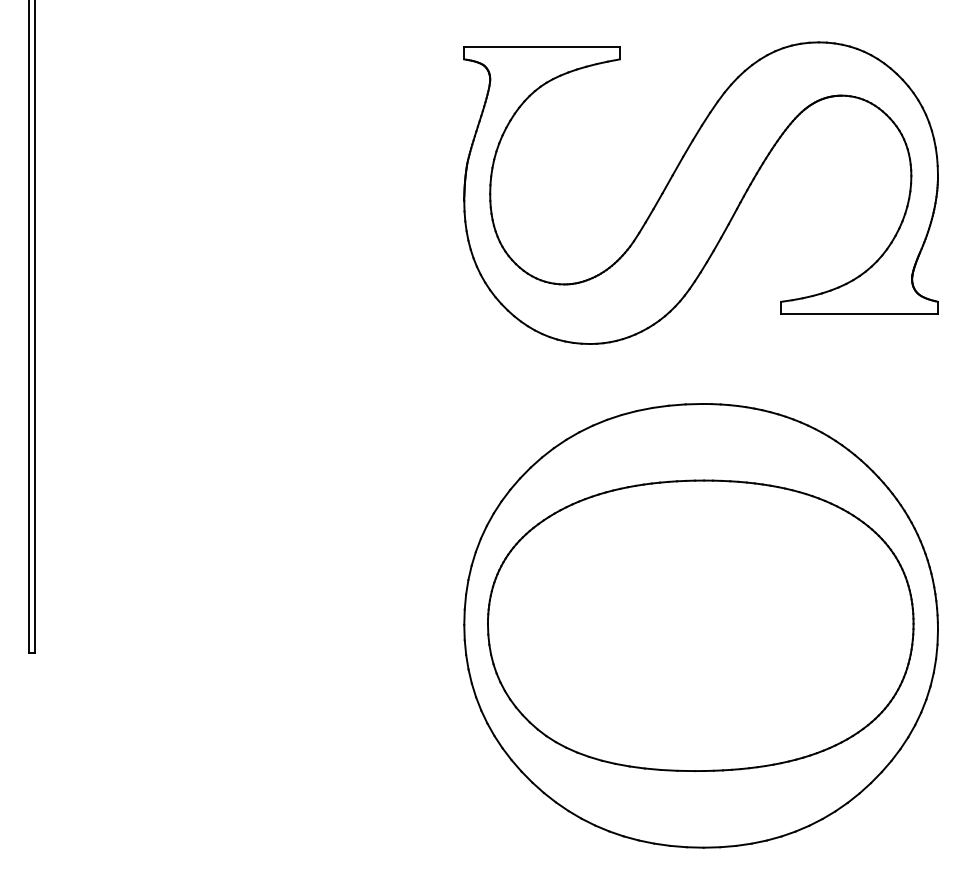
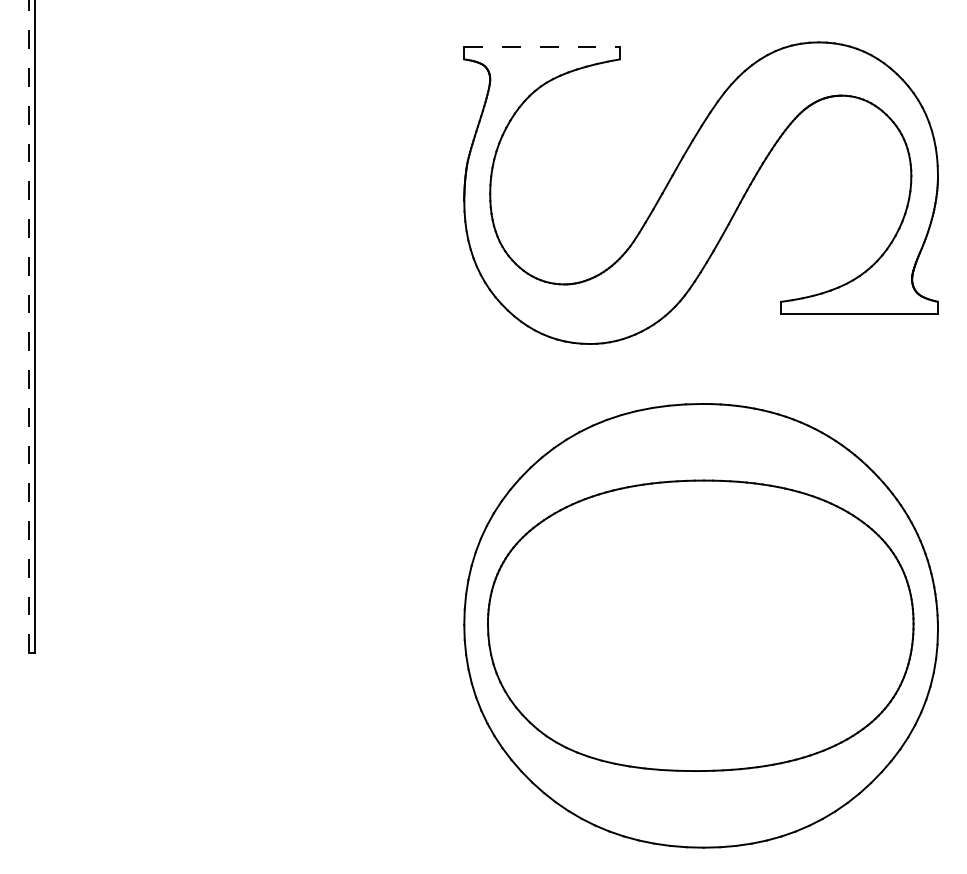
line at (542, 47): solid -> dashed
line at (29, 326): solid -> dashed
